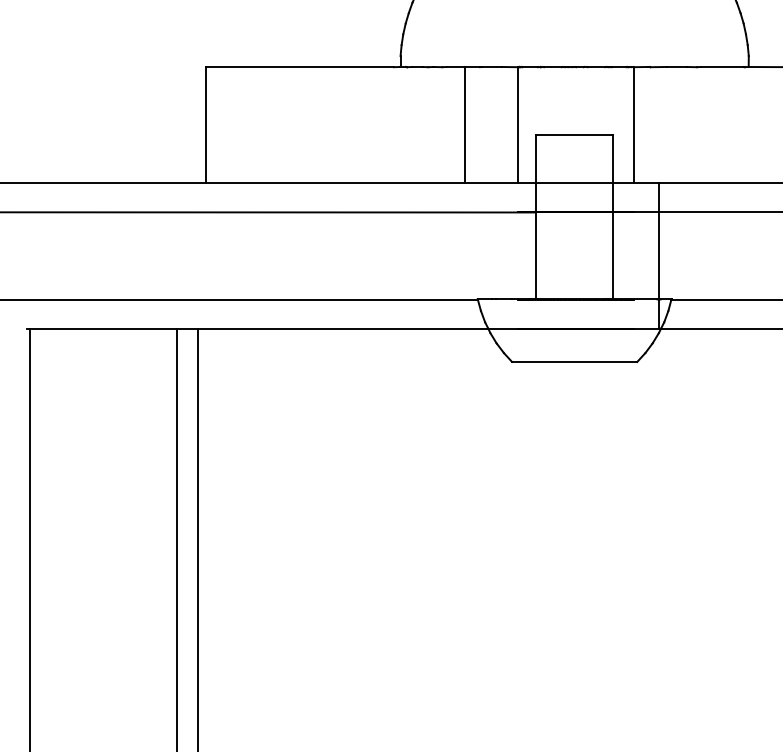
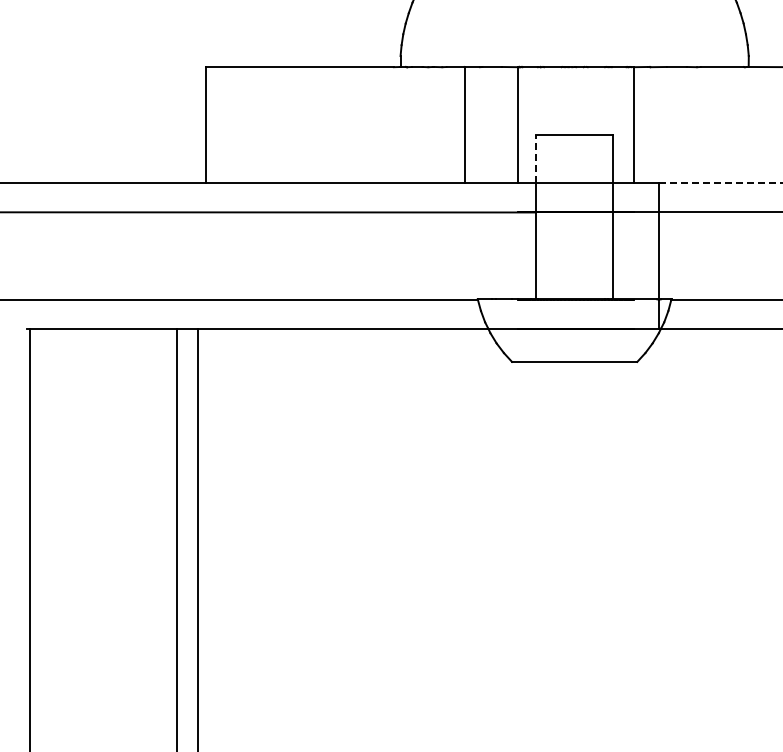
line at (535, 158): solid -> dashed
line at (720, 183): solid -> dashed
